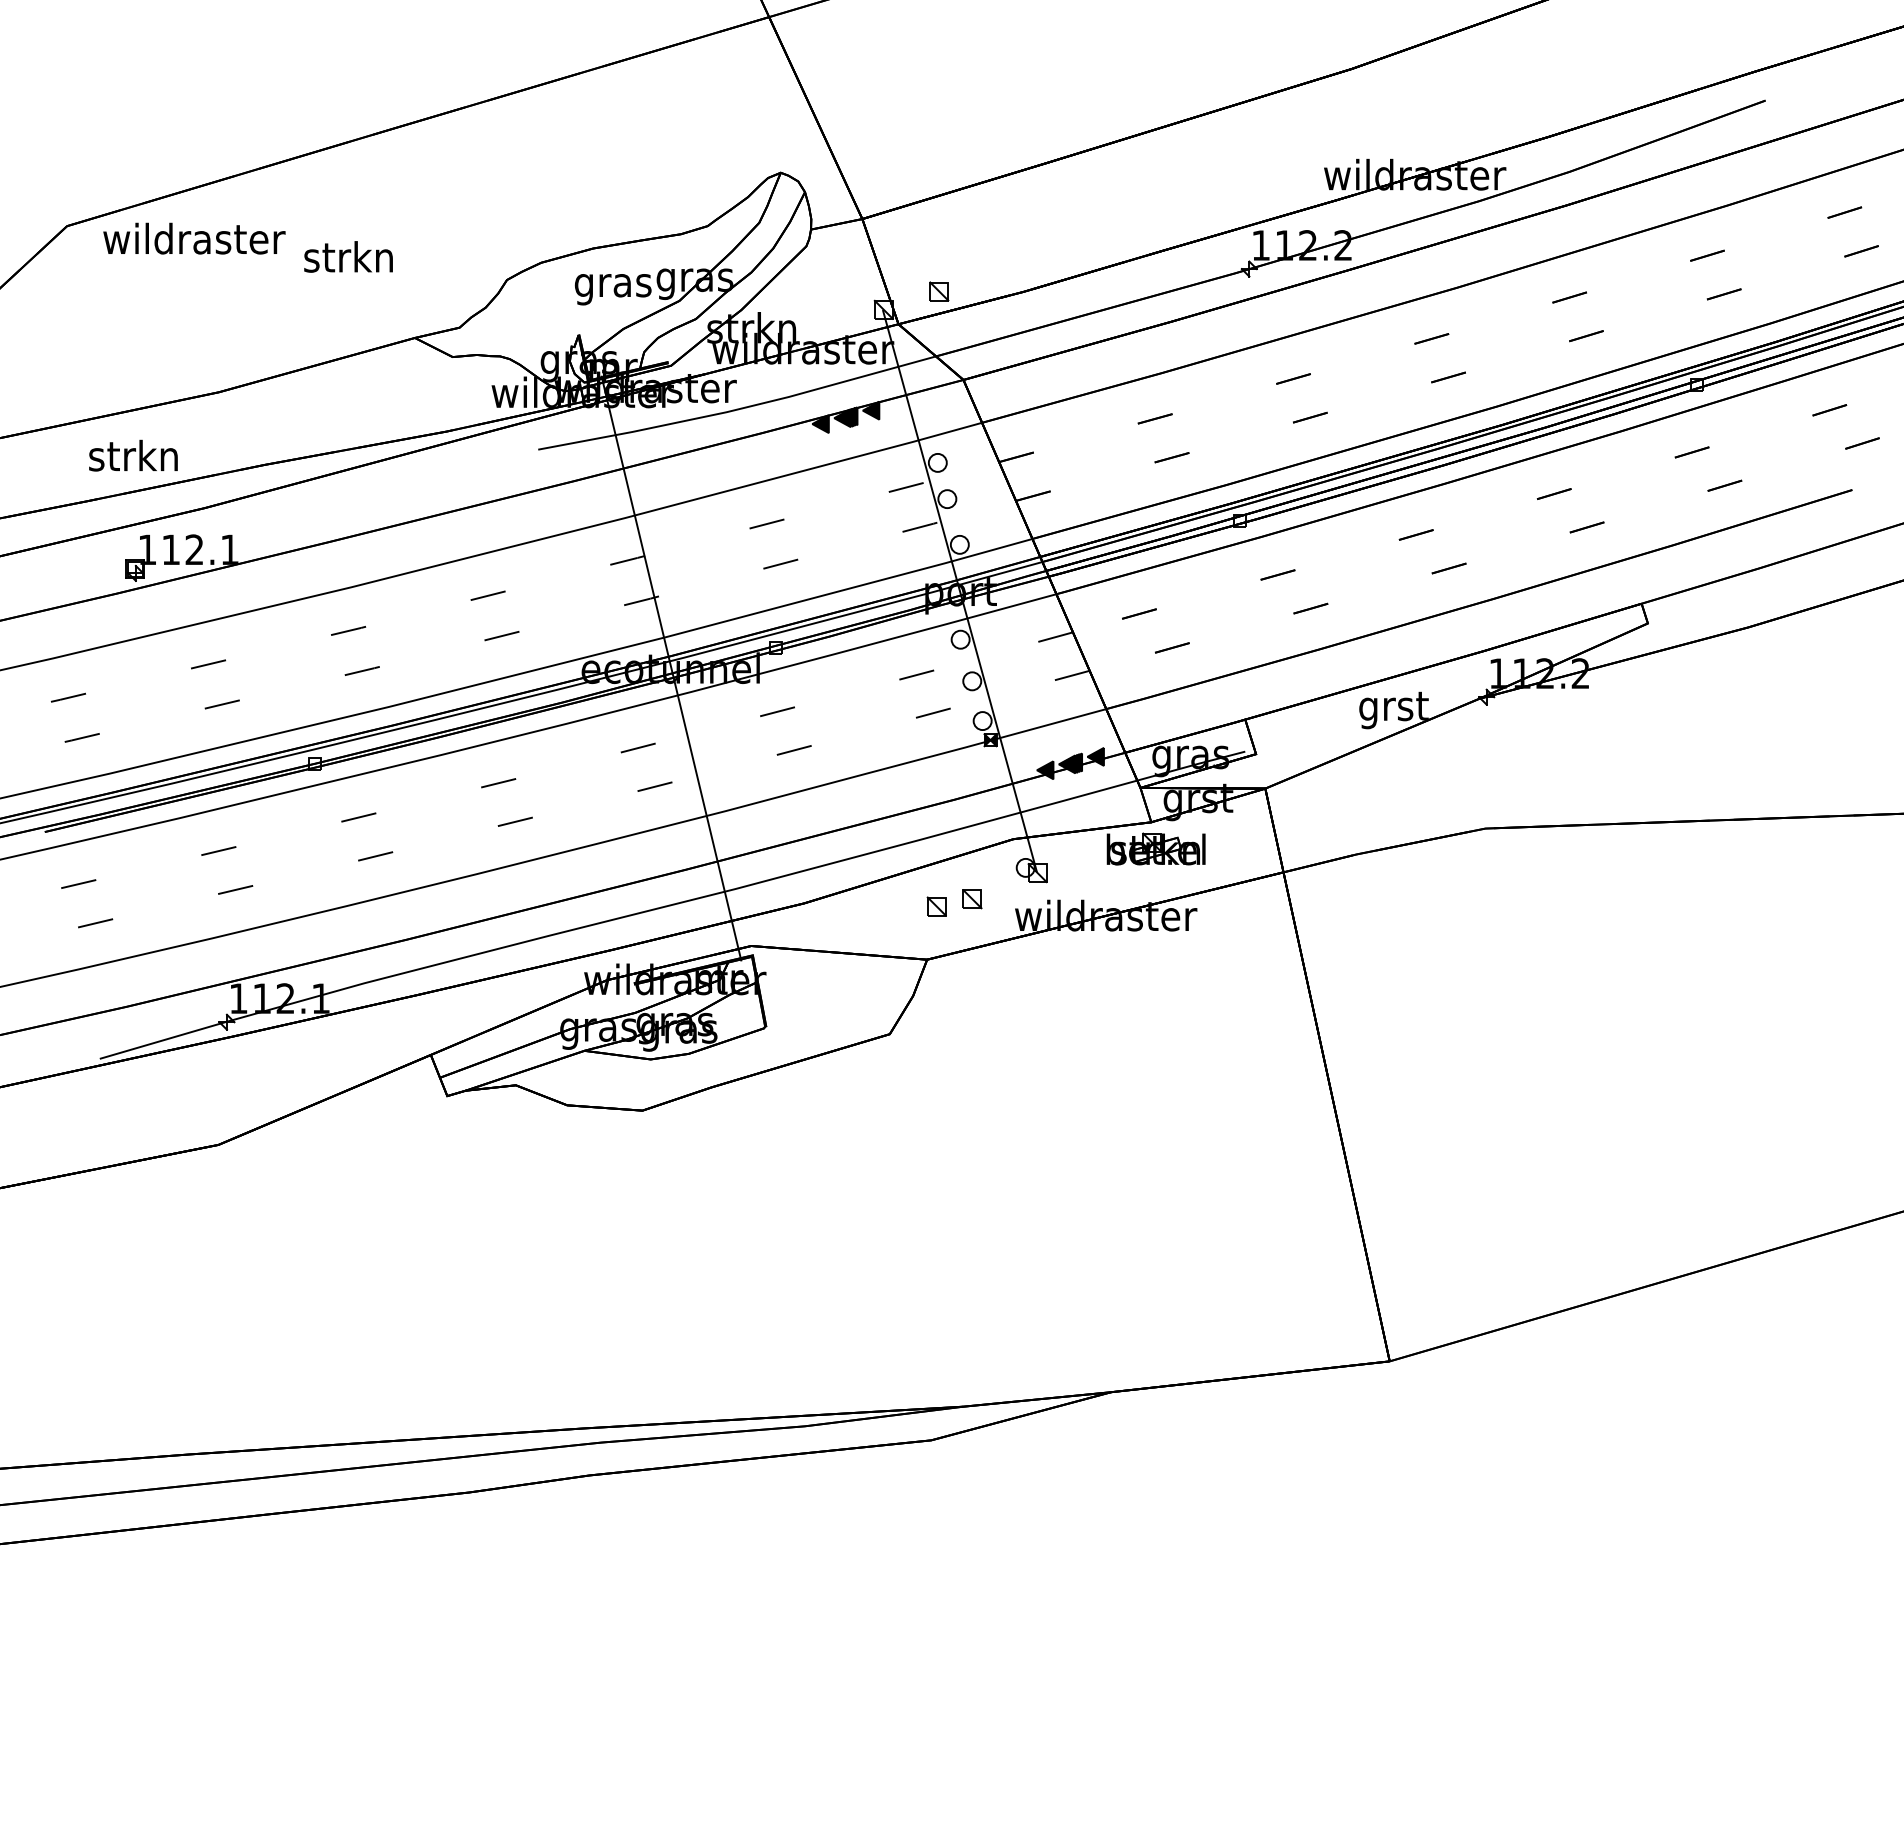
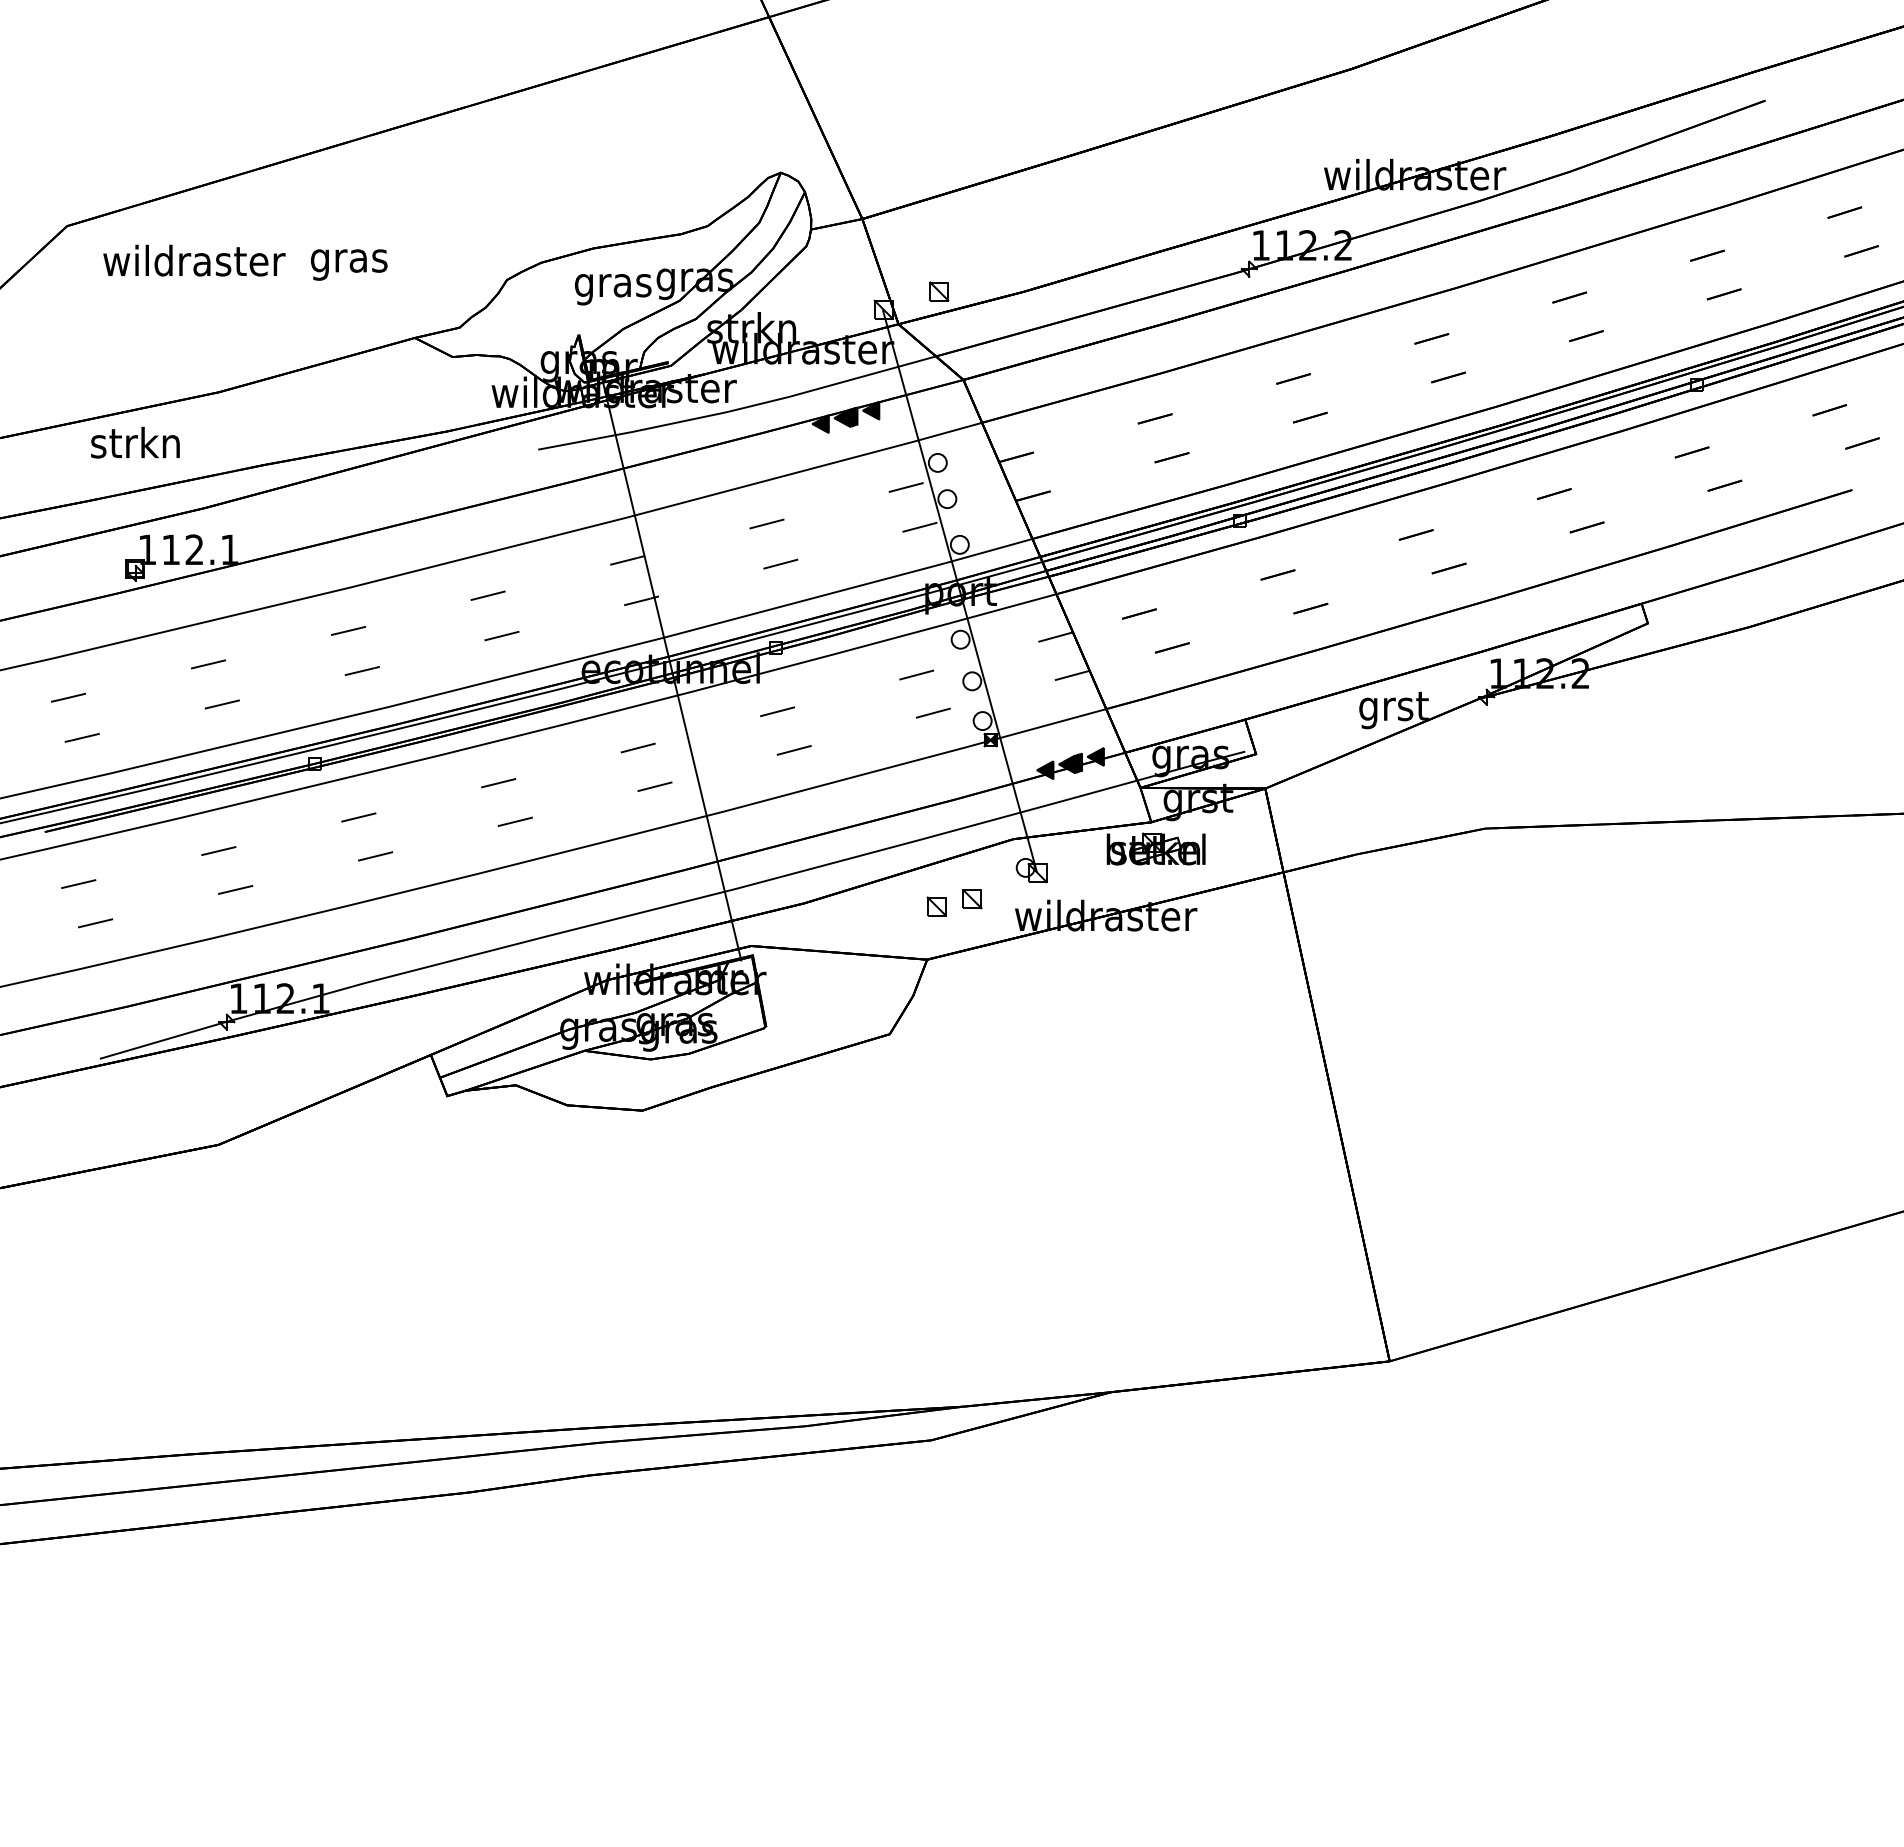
text at (194, 238) position: (194, 238) -> (194, 260)
text at (348, 260): strkn -> gras
text at (133, 455) position: (133, 455) -> (135, 442)
